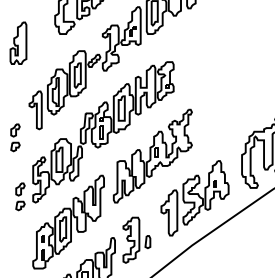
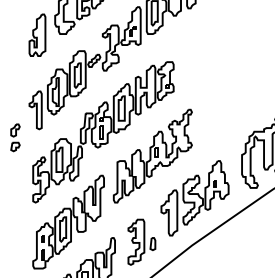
part at (18, 42) position: (18, 42) -> (37, 34)
part at (20, 196): present -> none
part at (136, 239) position: (136, 239) -> (141, 241)
